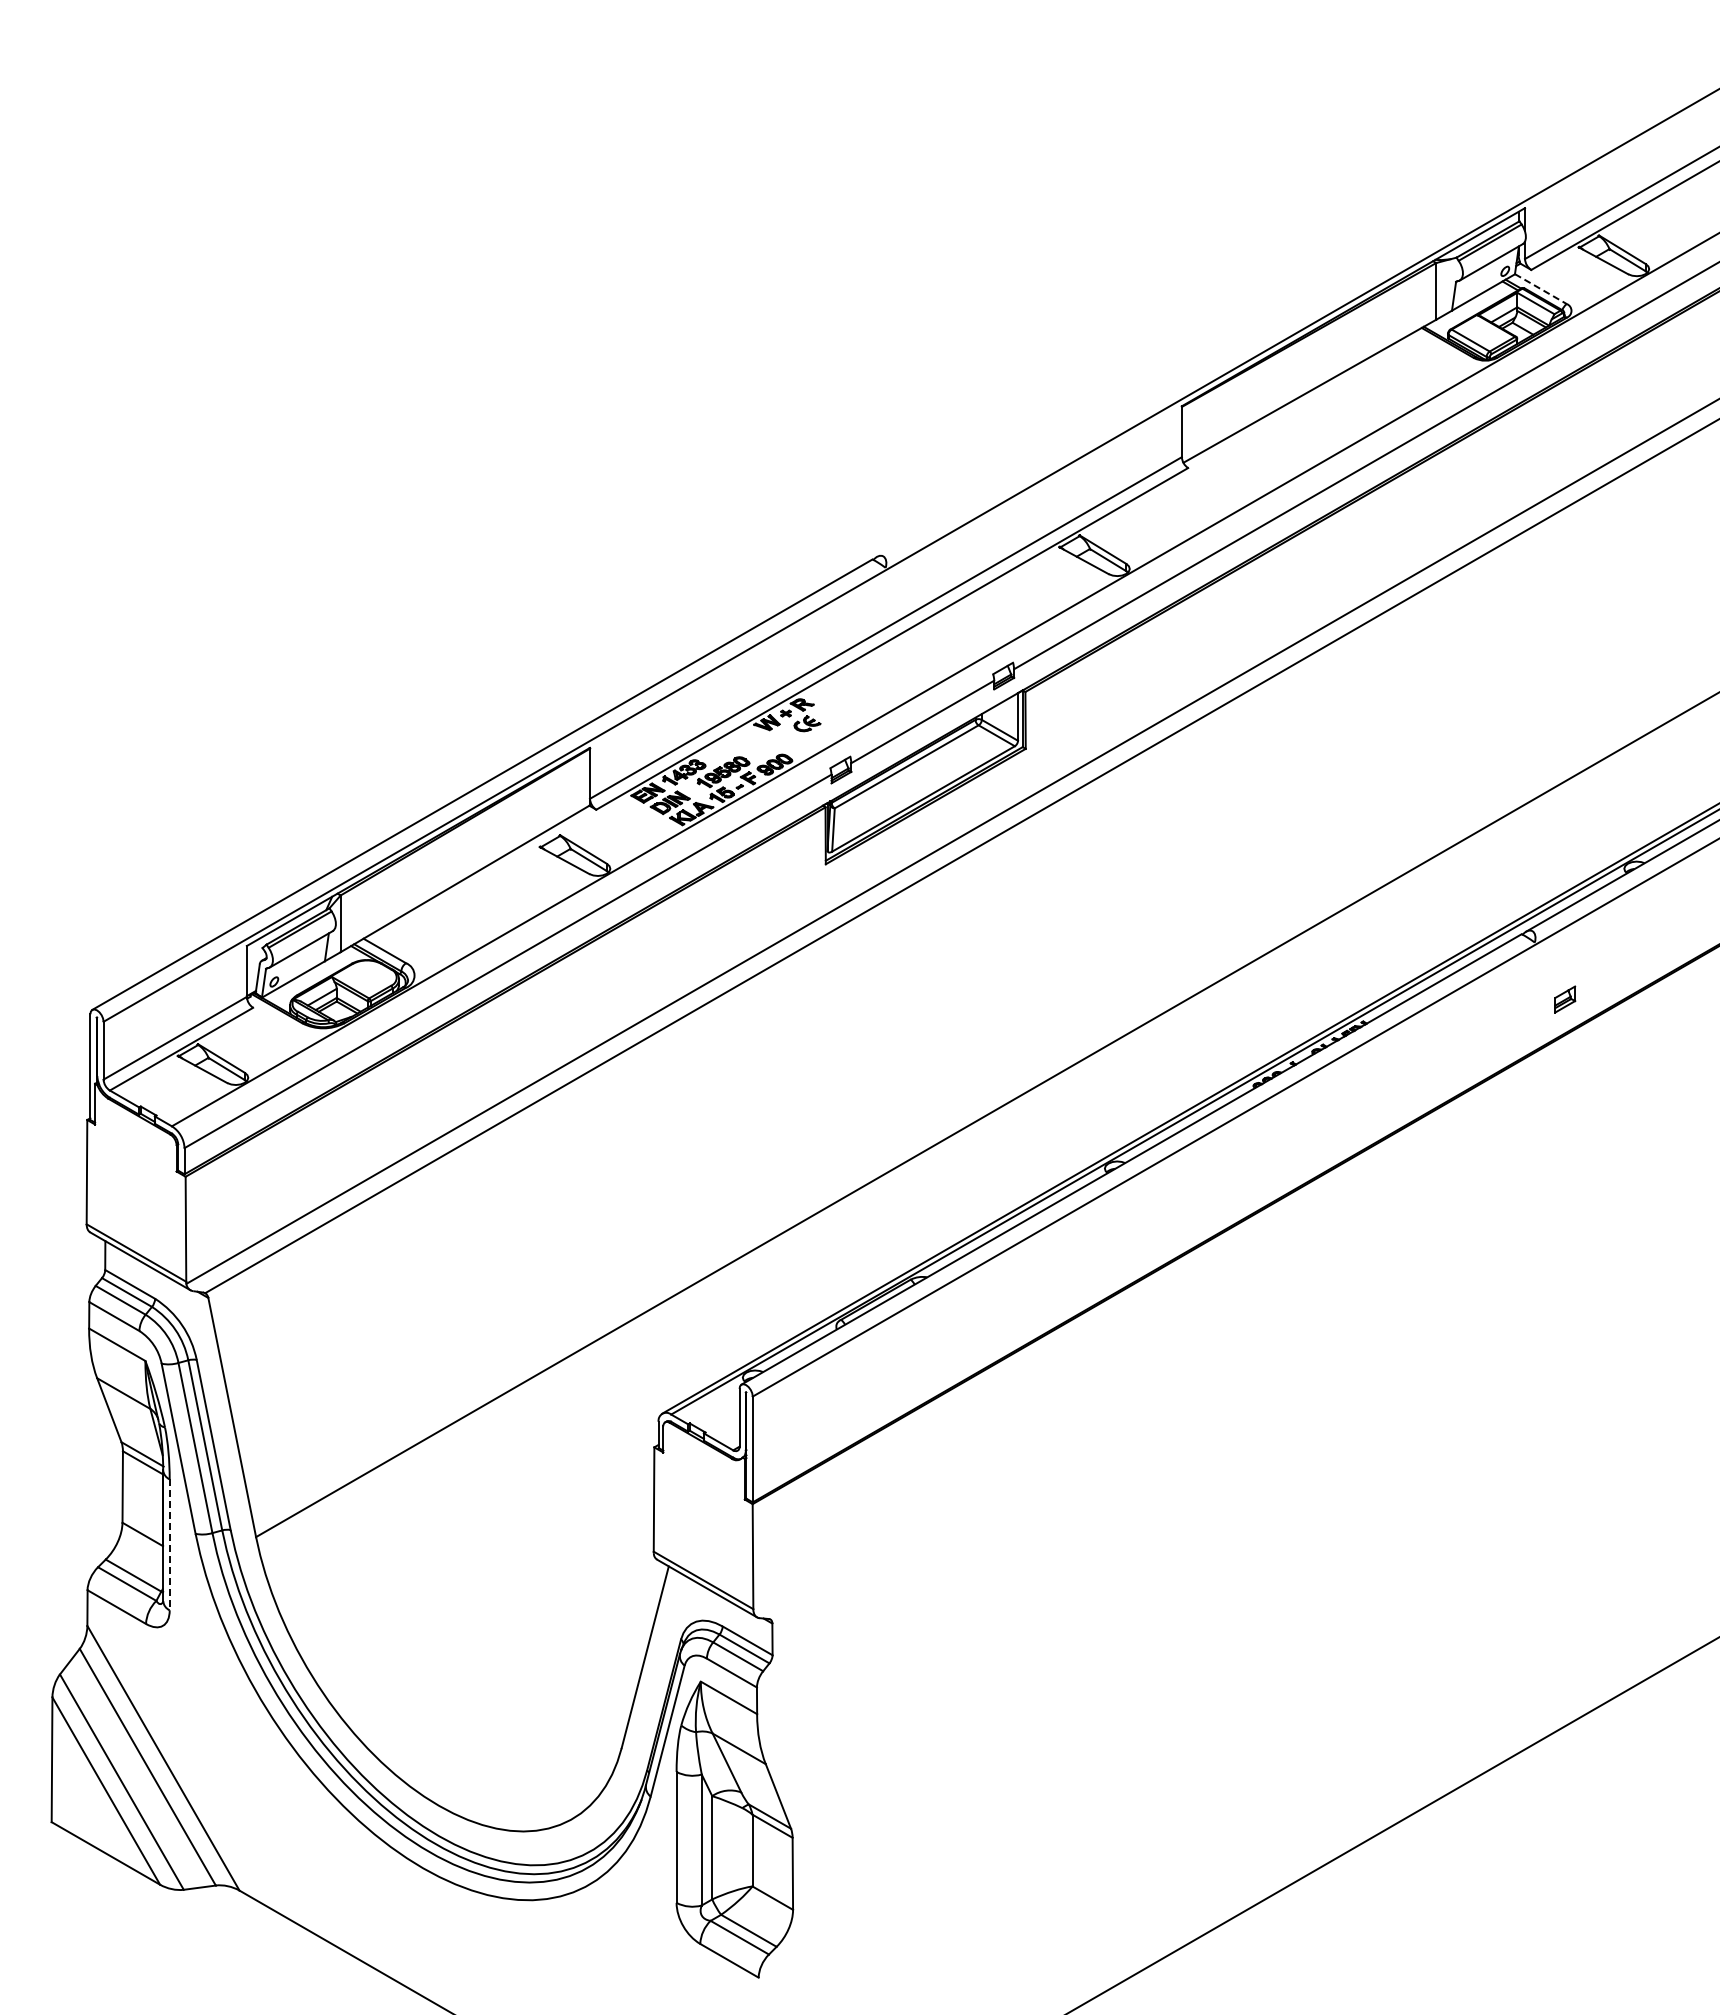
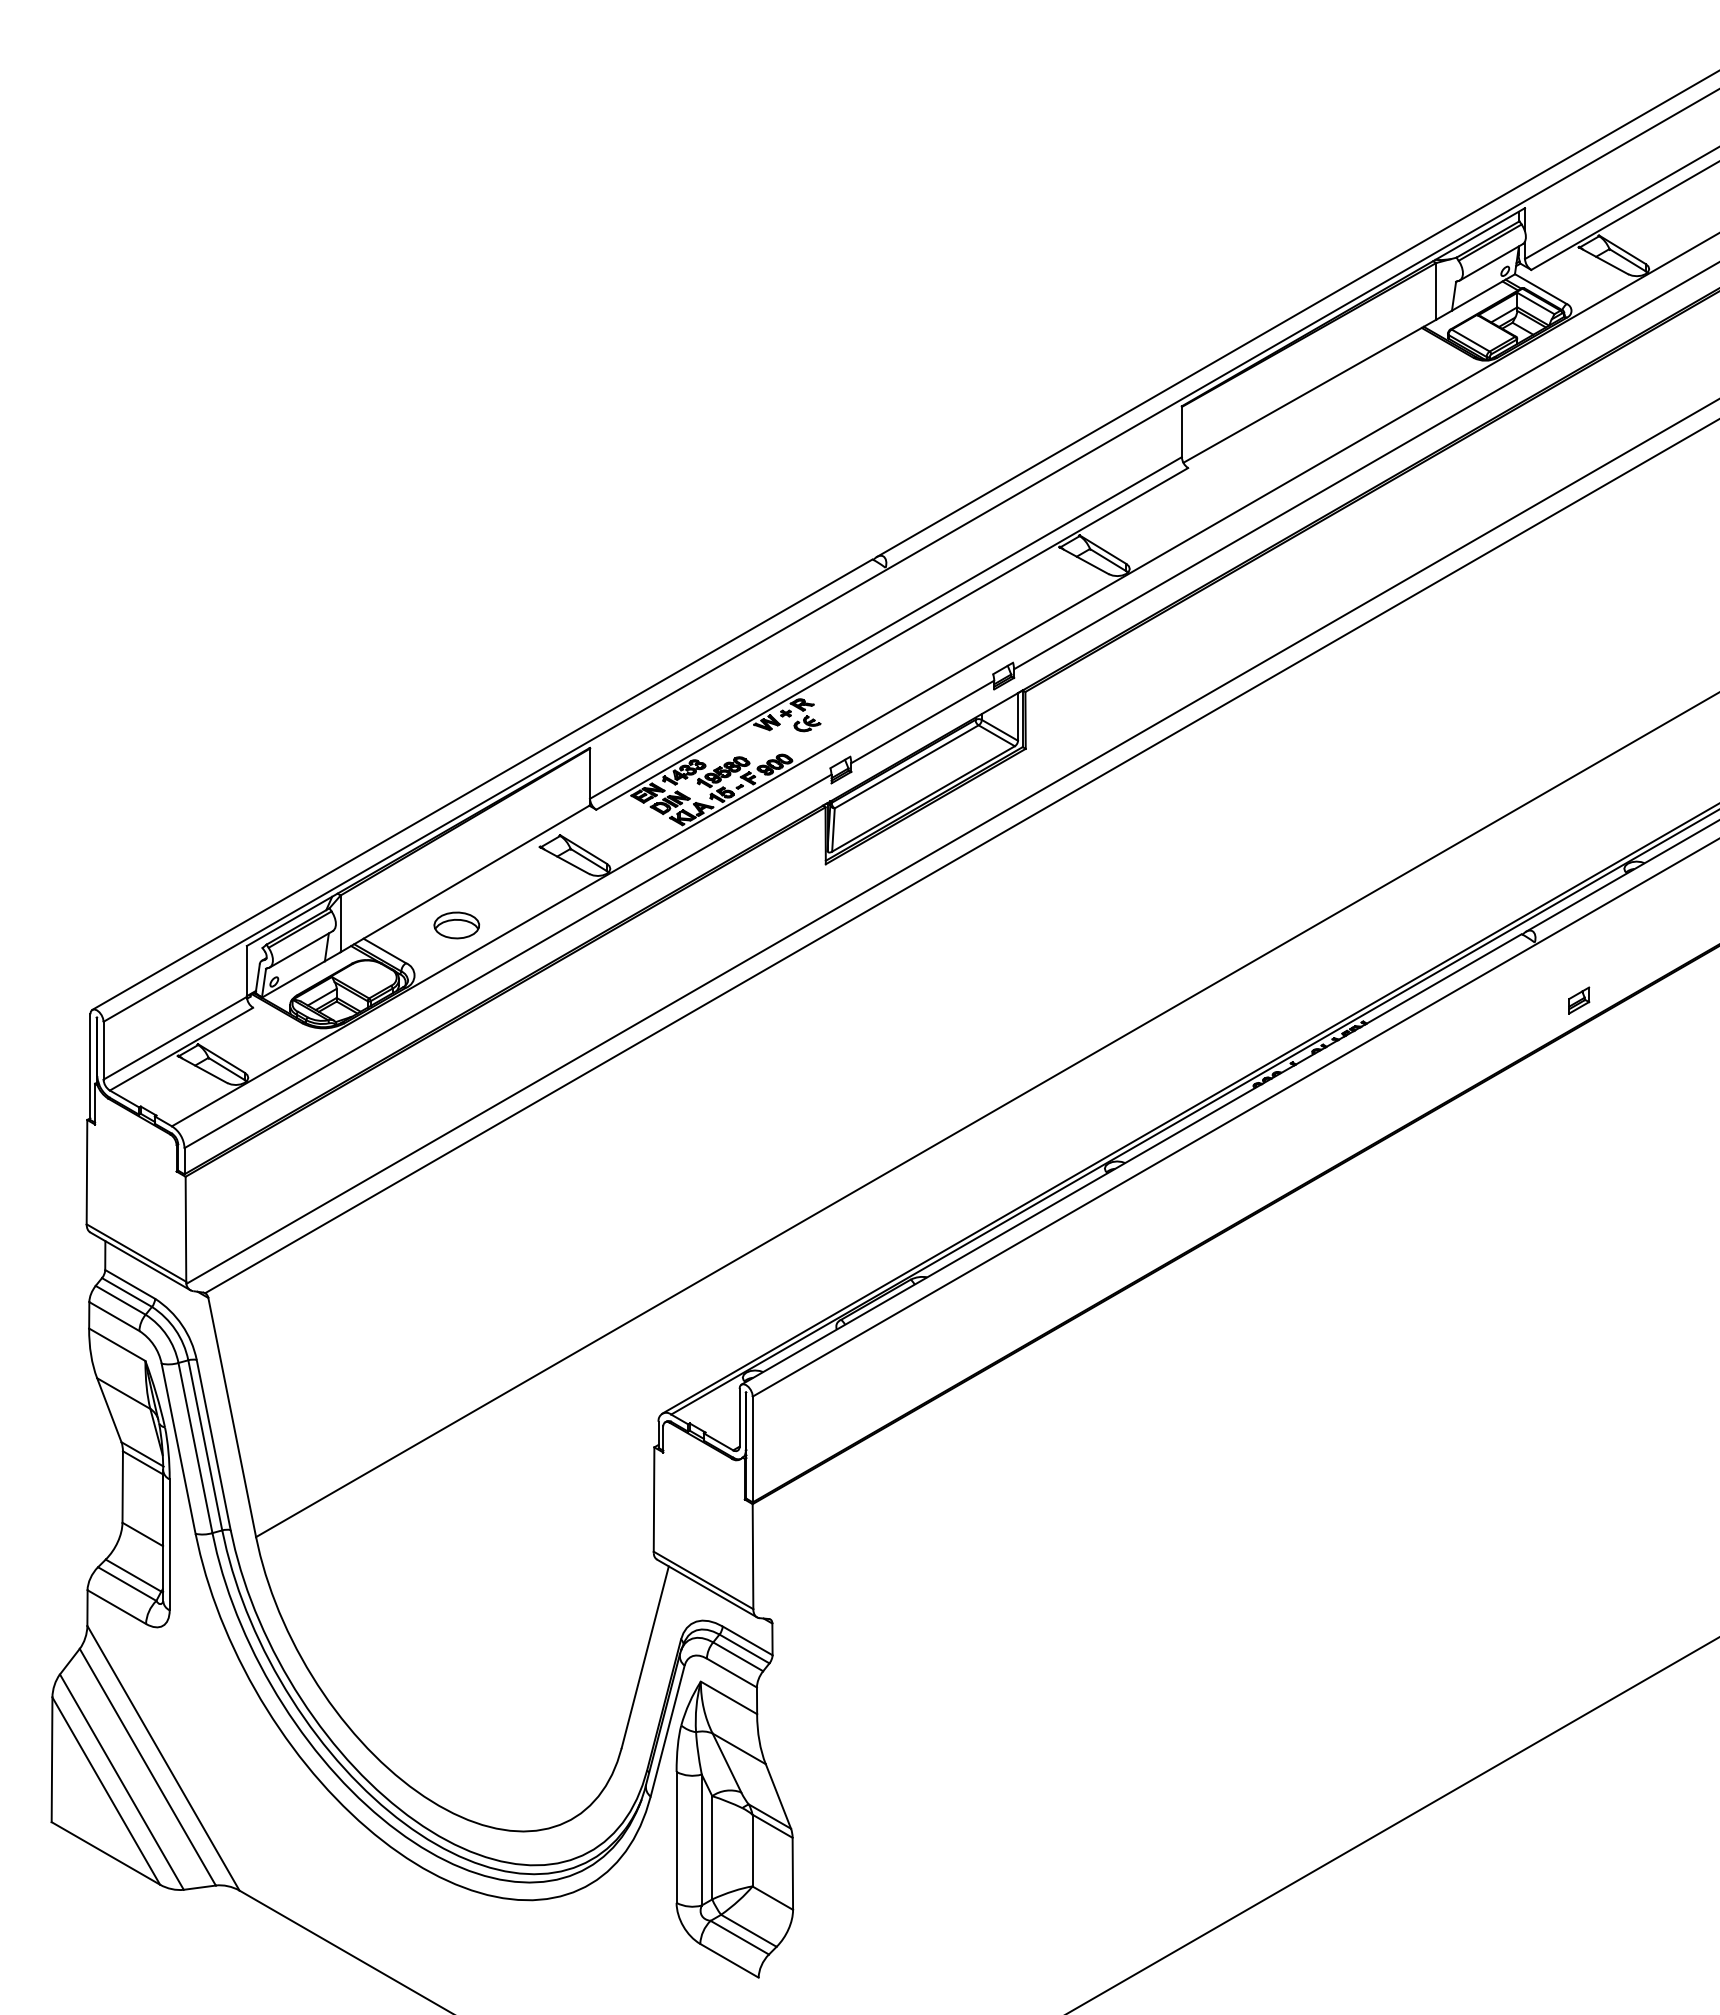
line at (1540, 289): dashed -> solid
line at (1296, 314): none -> present
part at (456, 925): none -> present
part at (1565, 999) position: (1565, 999) -> (1579, 1000)
line at (169, 1545): dashed -> solid
